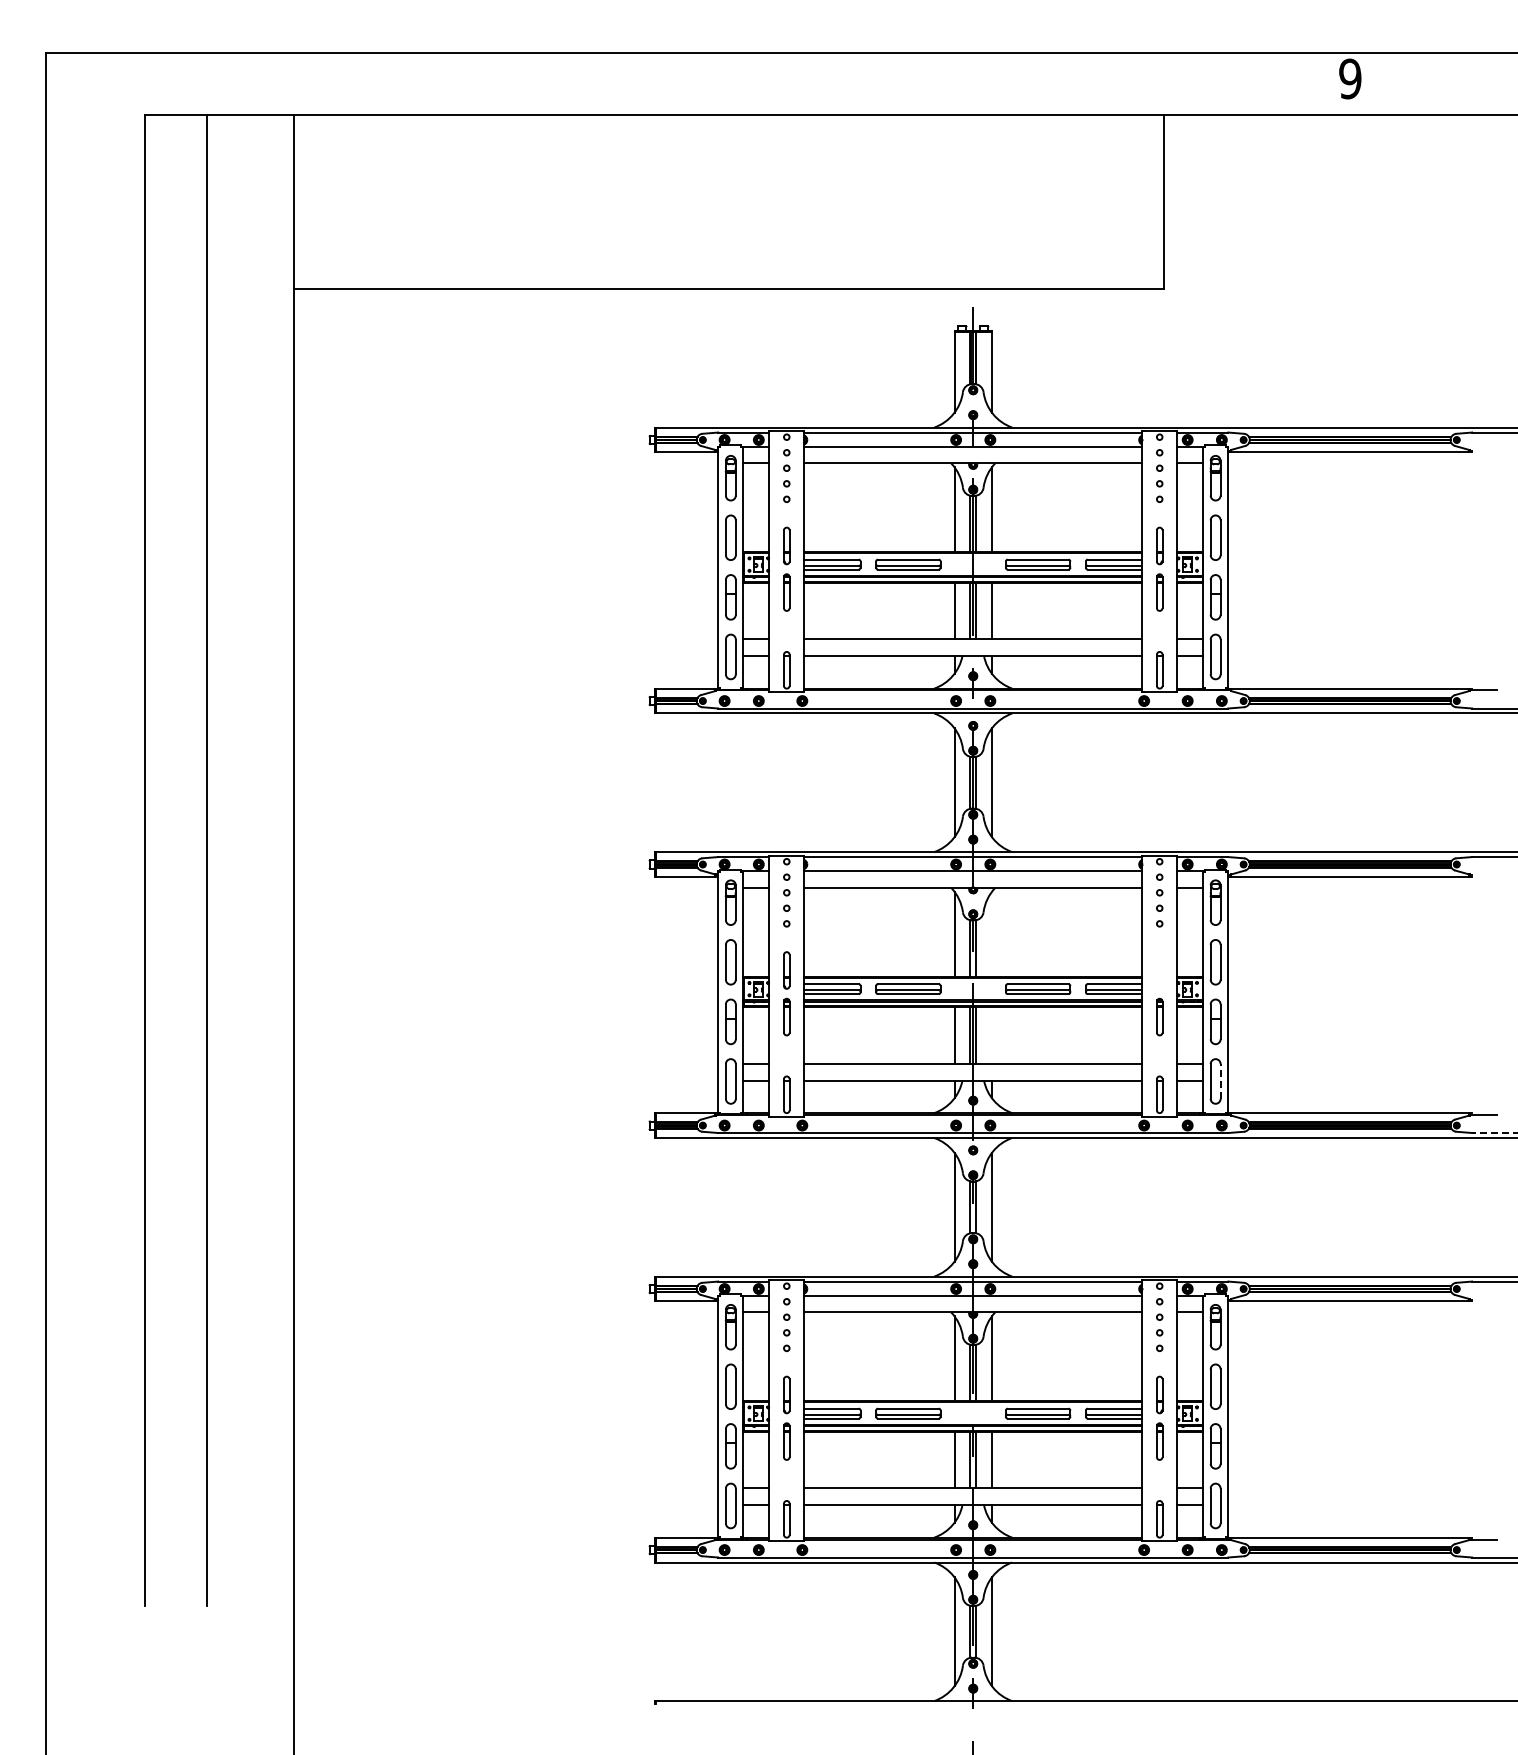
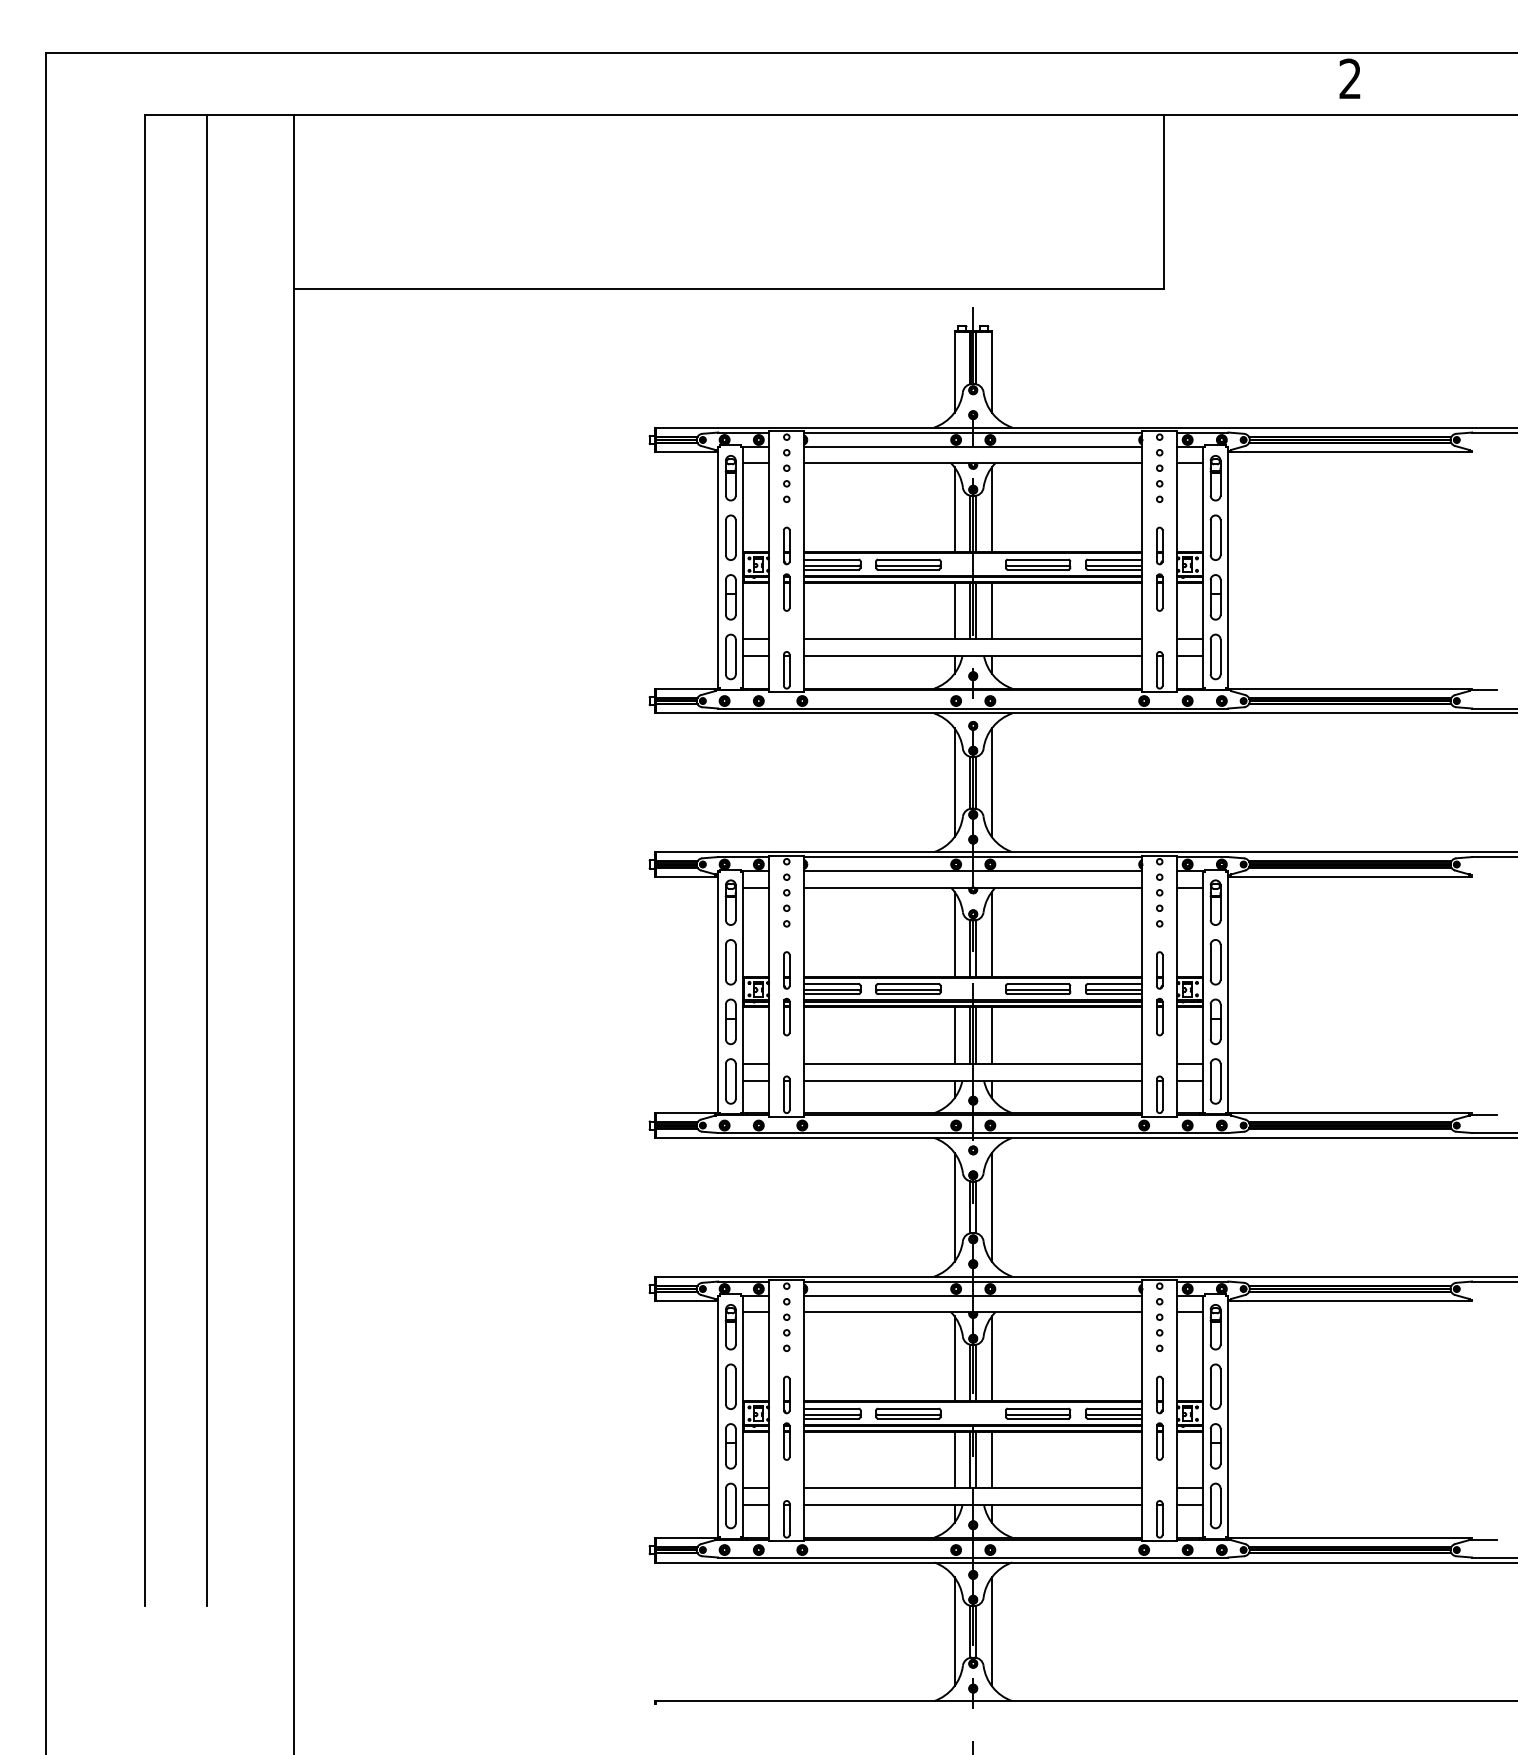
text at (1350, 78): 9 -> 2
line at (991, 933): none -> present
part at (1159, 970): none -> present
line at (991, 1035): none -> present
line at (1220, 1080): dashed -> solid
line at (1494, 1133): dashed -> solid
